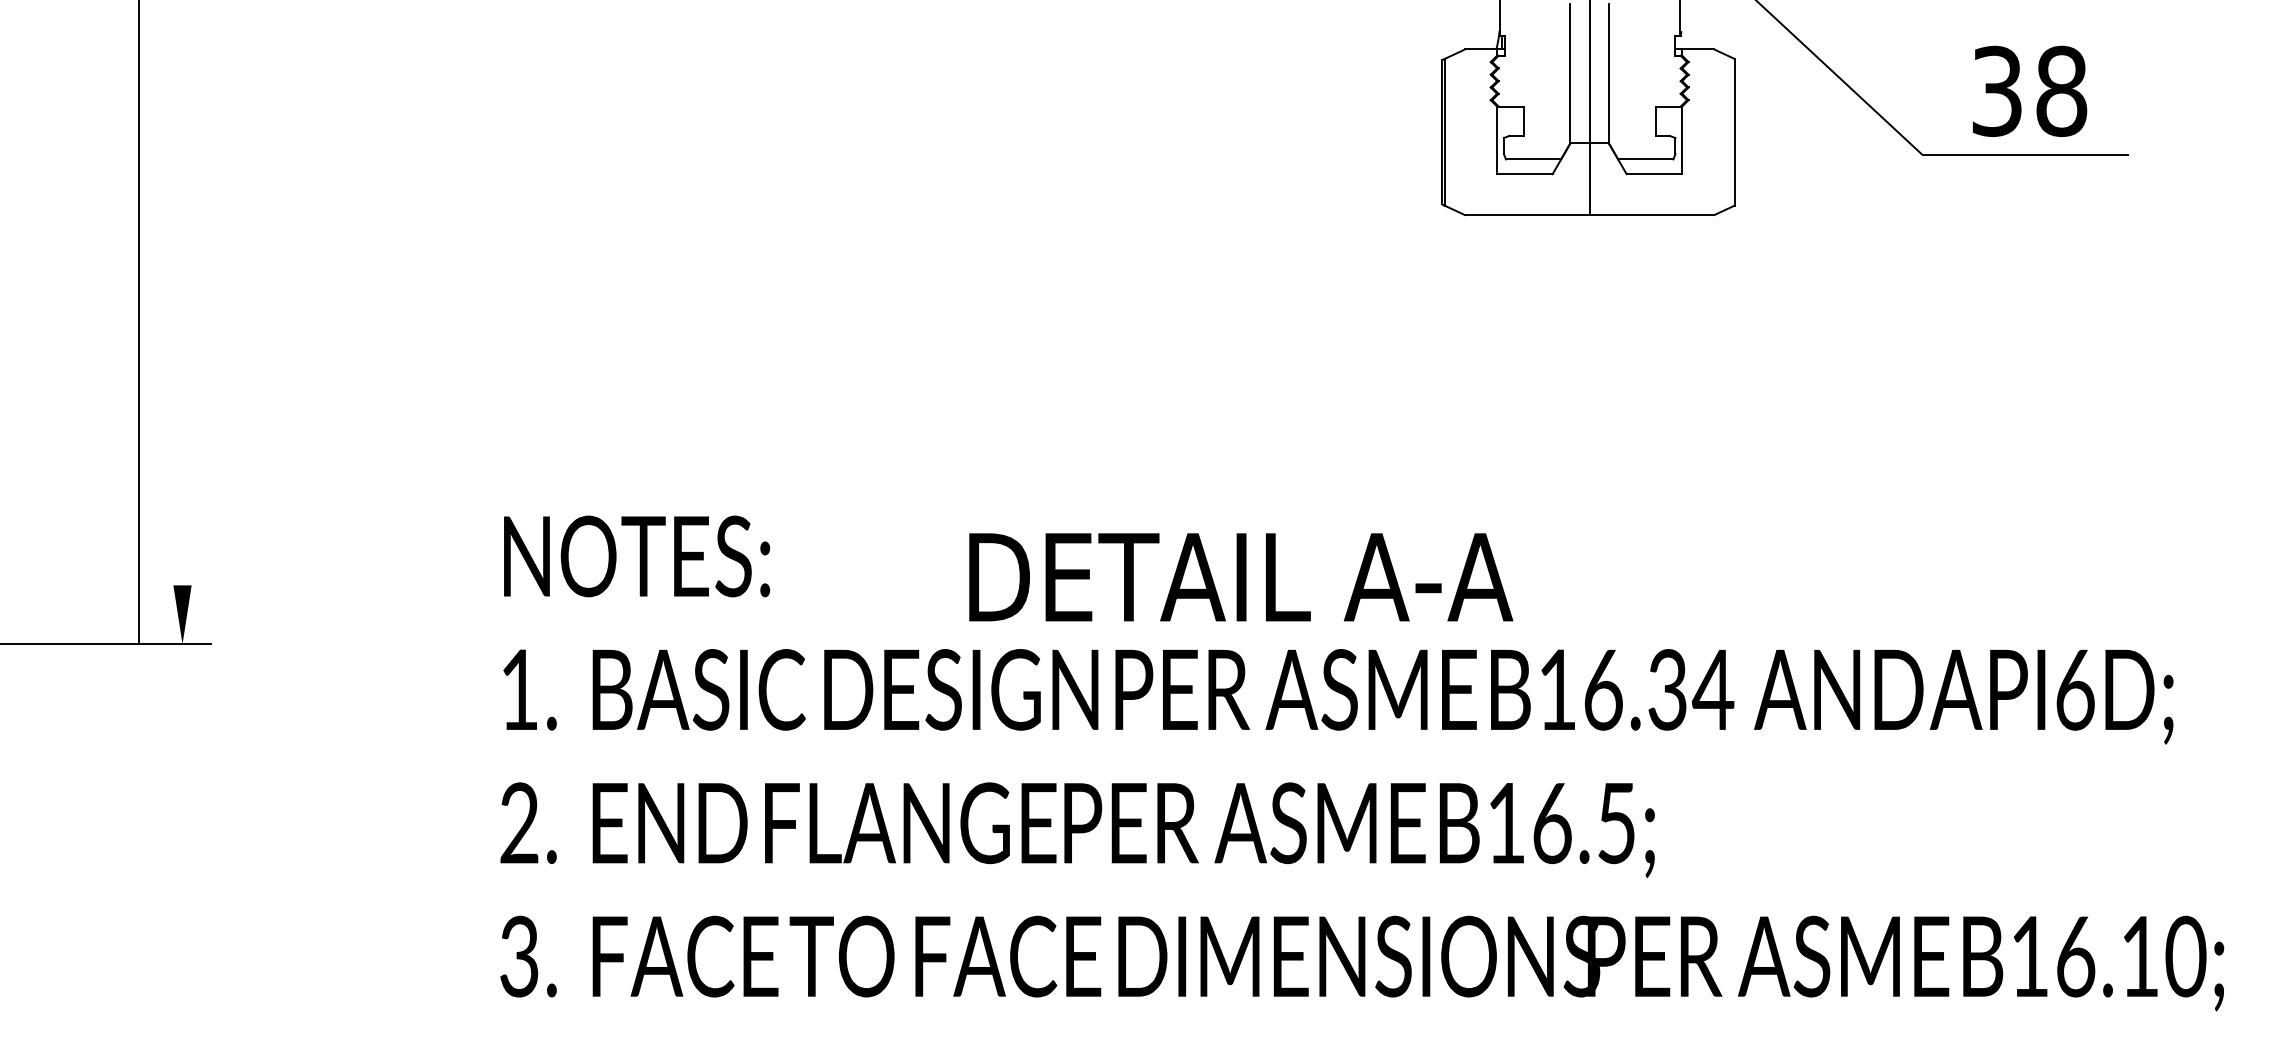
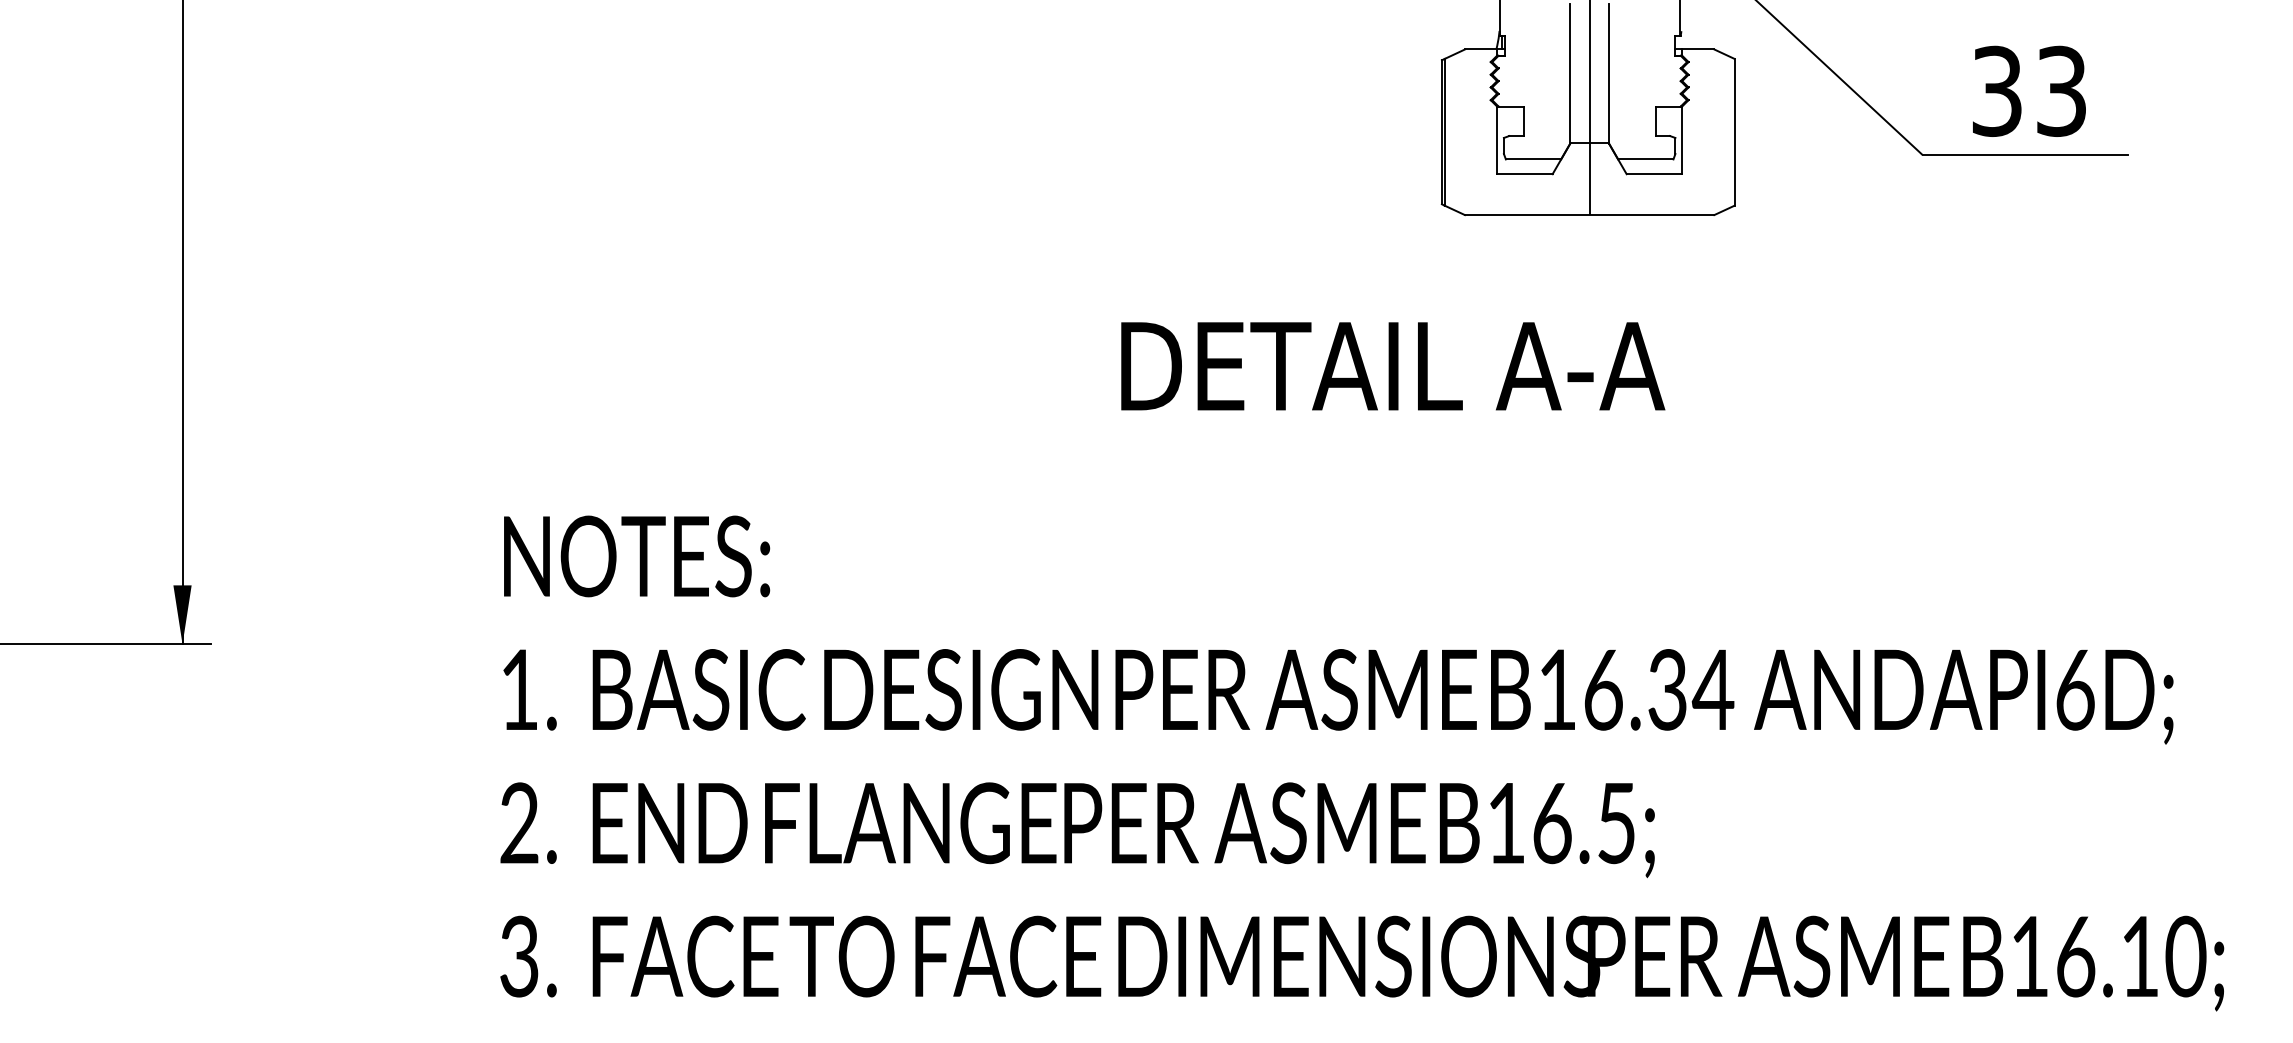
text at (2061, 90): 38 -> 33
line at (138, 323) position: (138, 323) -> (182, 323)
text at (1241, 577) position: (1241, 577) -> (1393, 366)
